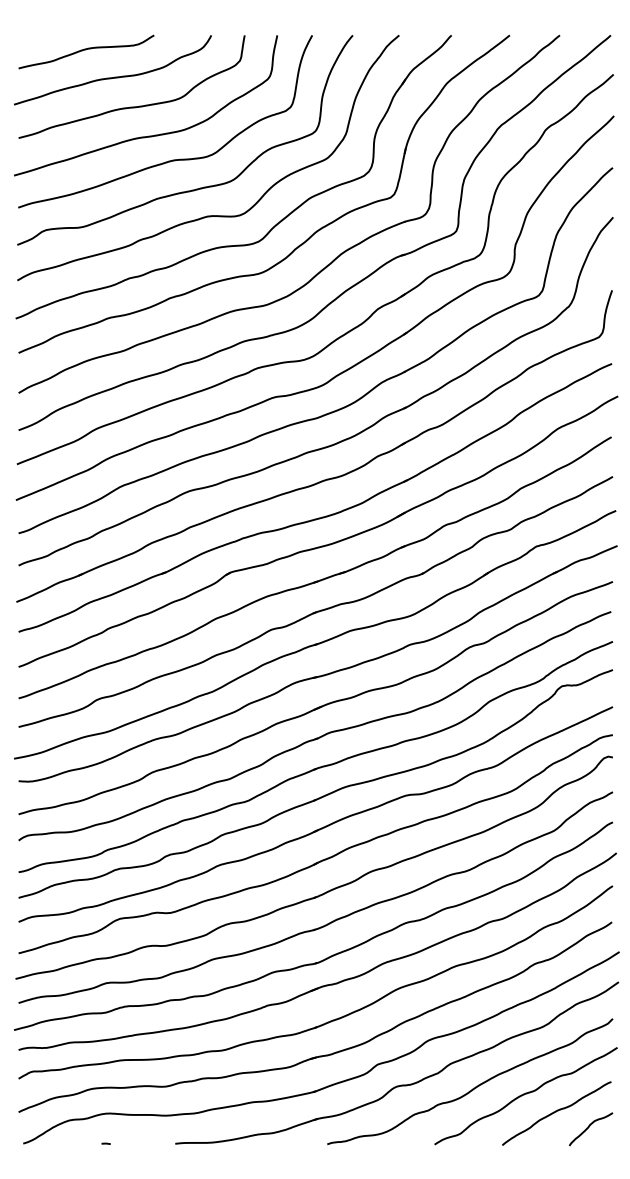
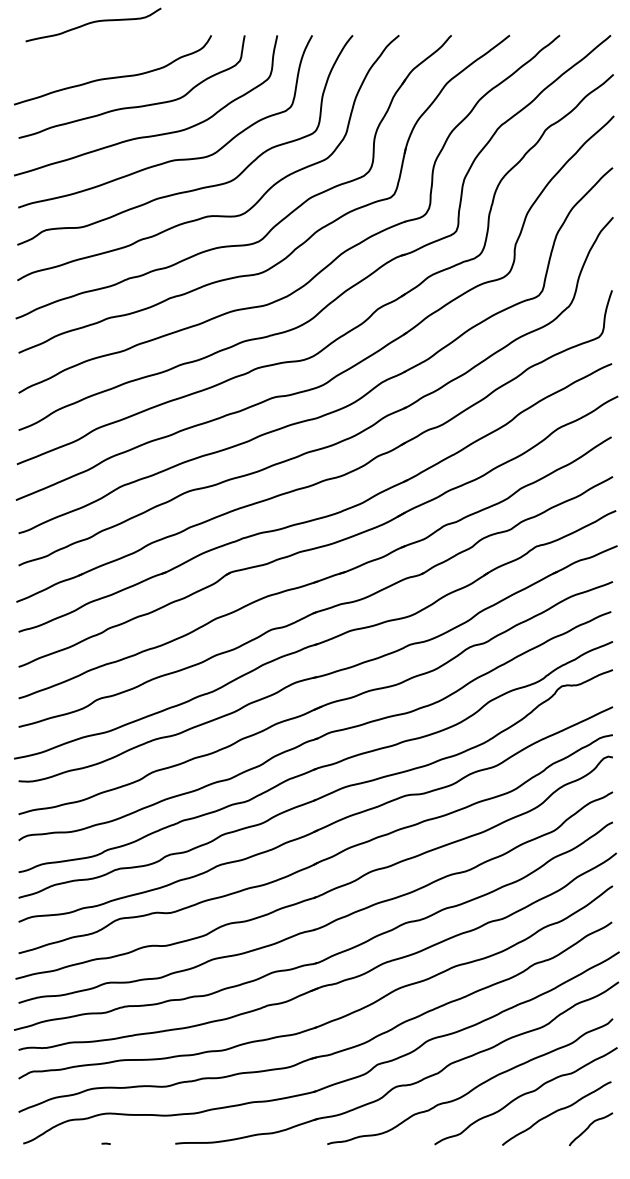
curve at (86, 50) position: (86, 50) -> (93, 23)
